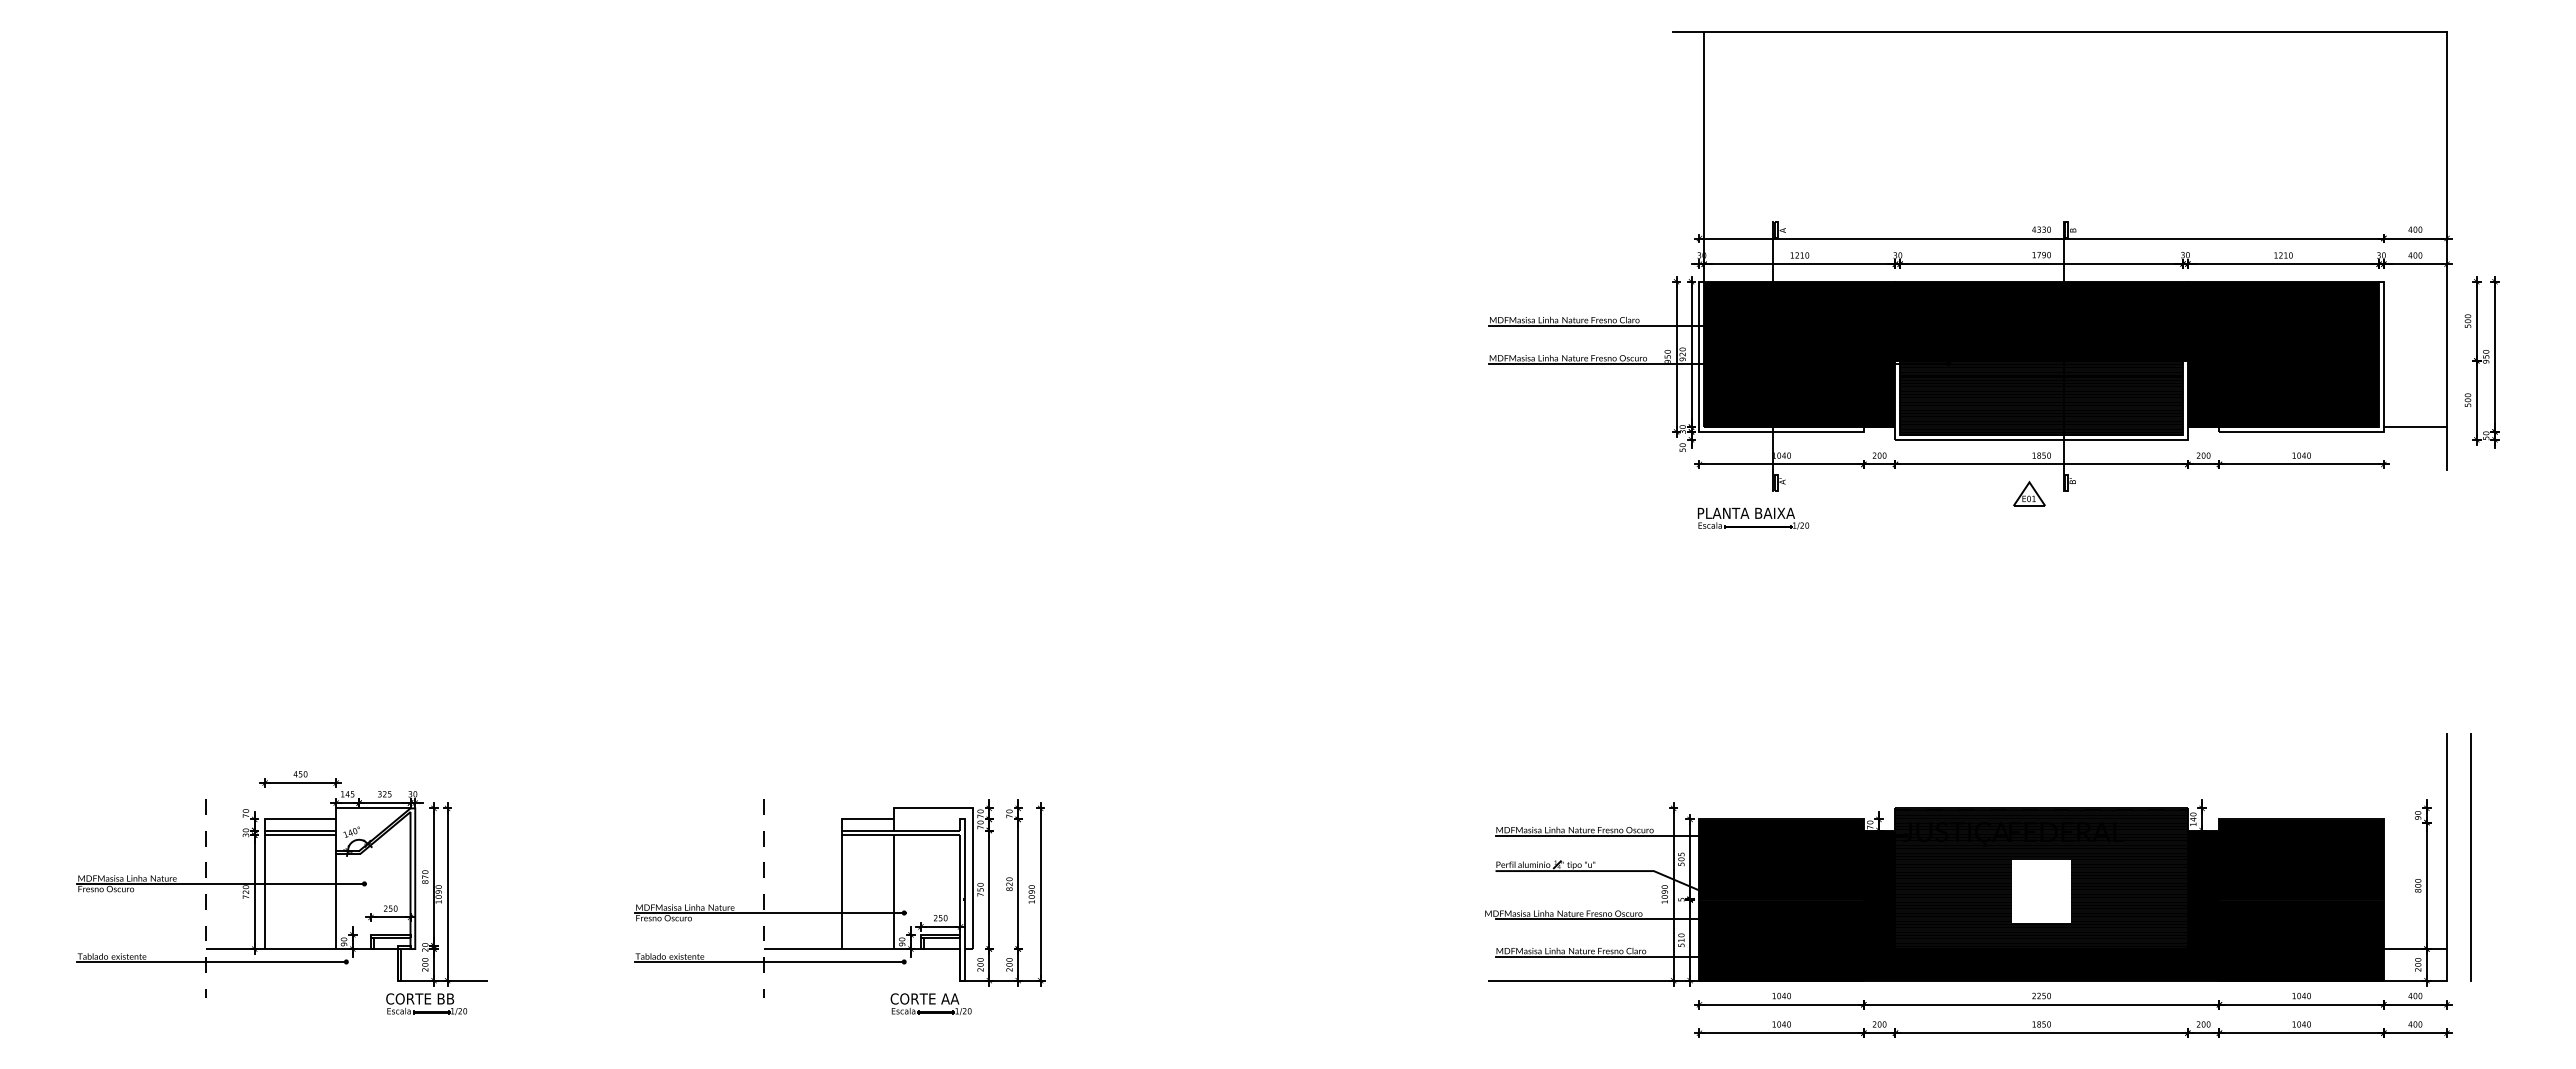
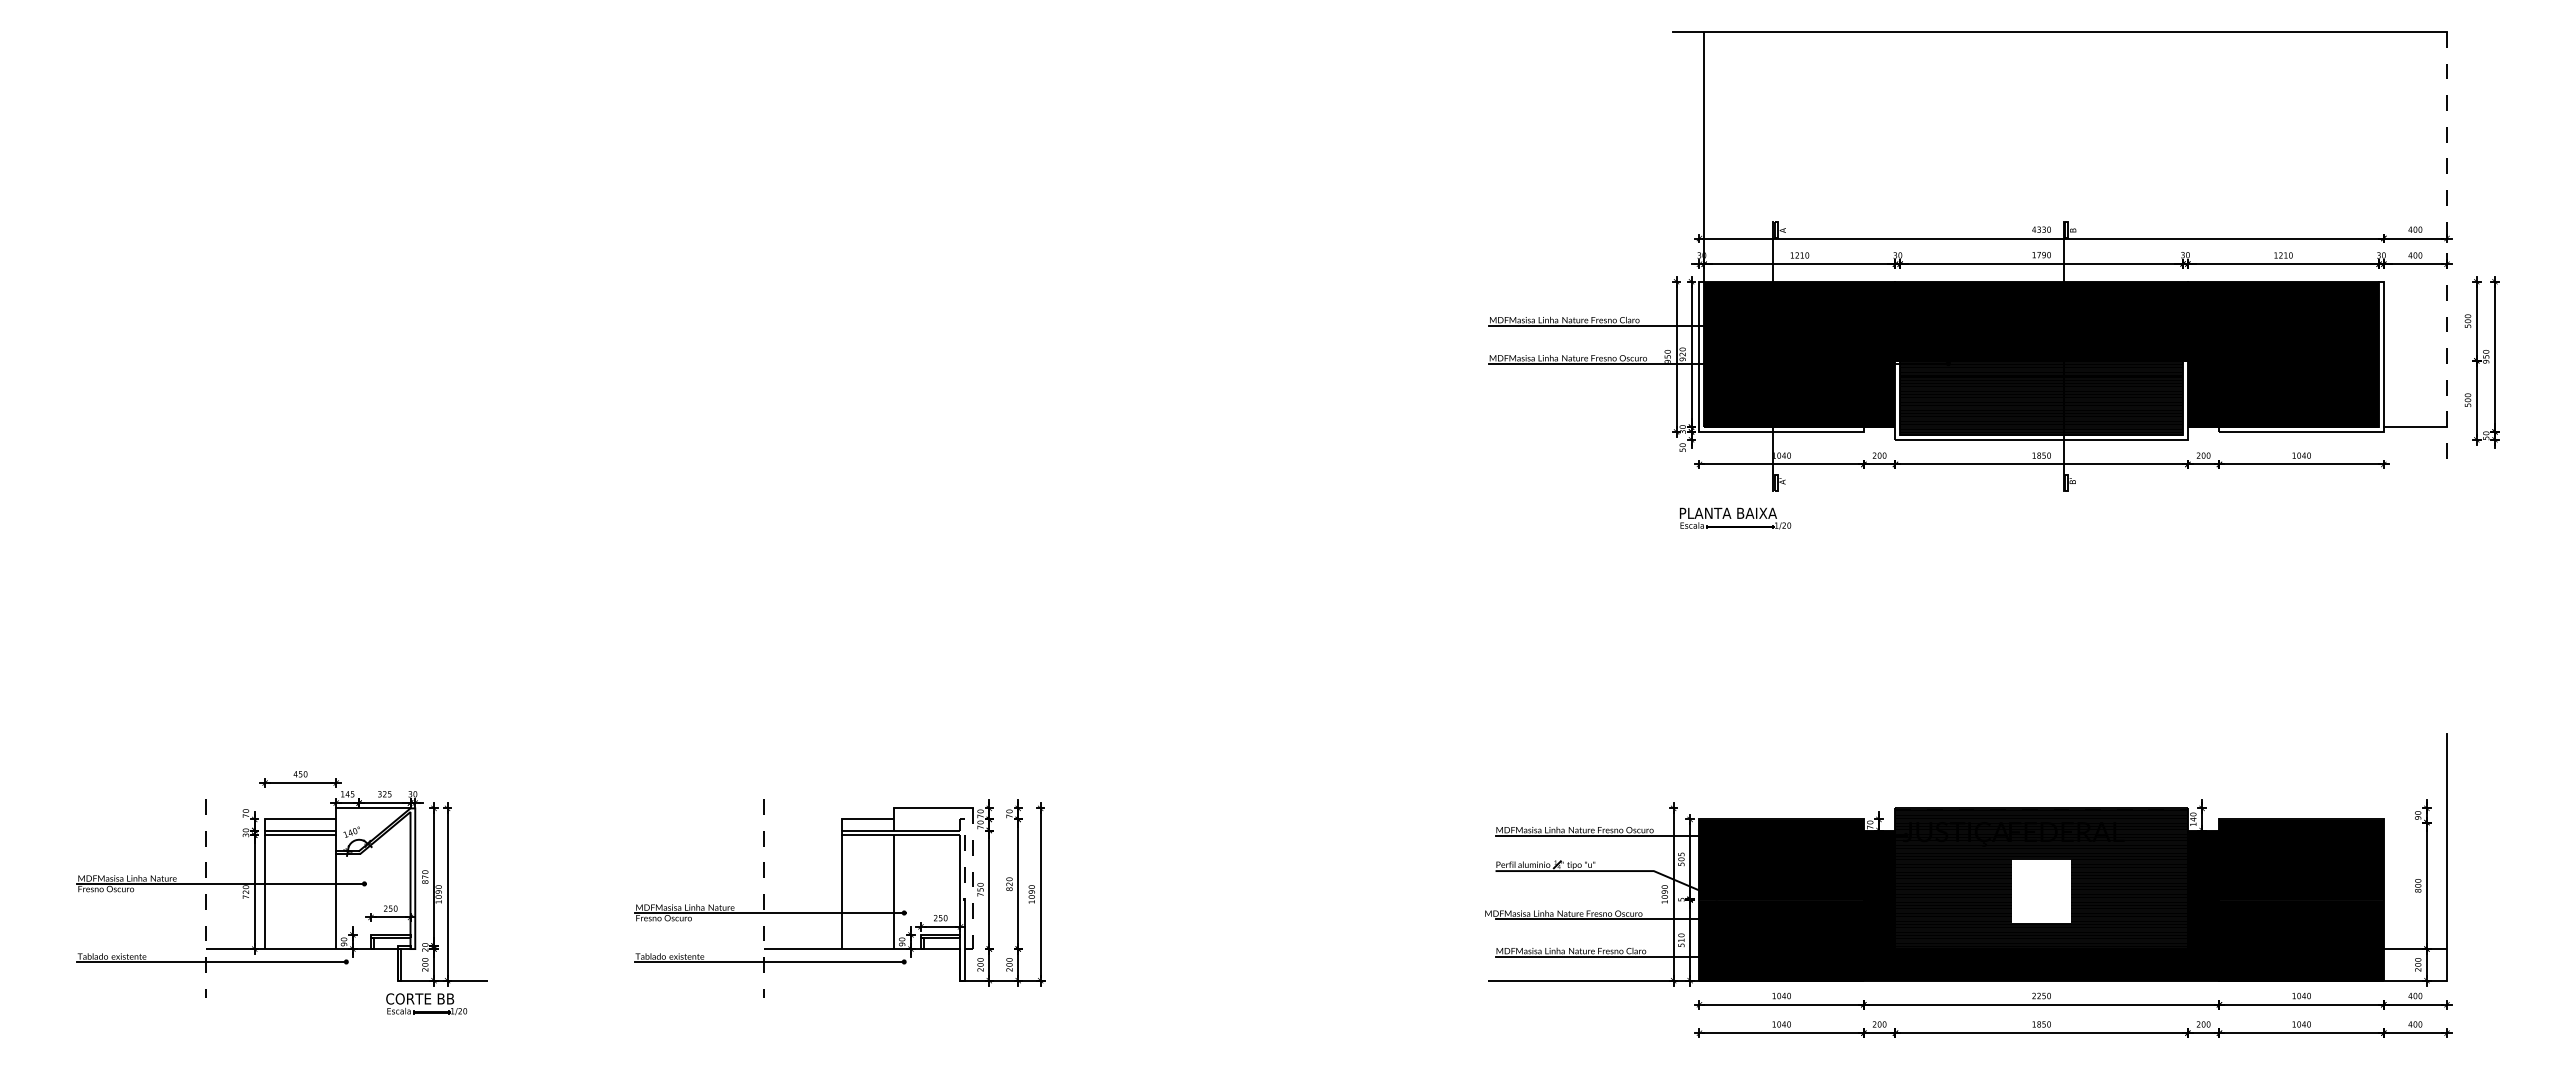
line at (2447, 250): solid -> dashed
part at (2029, 493): present -> none
part at (1753, 518) position: (1753, 518) -> (1735, 518)
line at (965, 850): solid -> dashed
line at (2470, 857): present -> none
line at (973, 879): solid -> dashed
part at (930, 1003): present -> none
